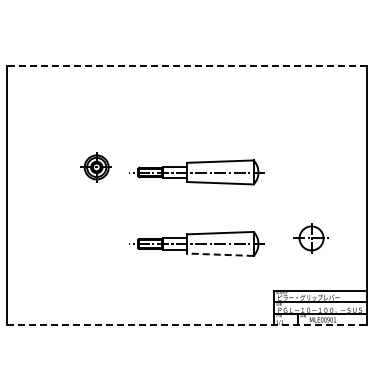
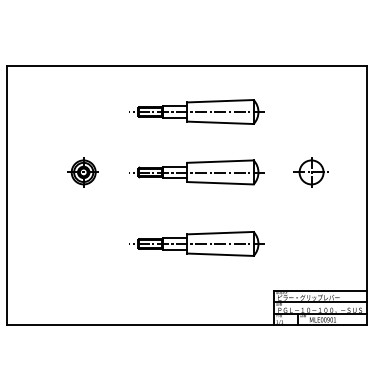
line at (186, 65): dashed -> solid
part at (196, 111): none -> present
part at (95, 167) position: (95, 167) -> (82, 172)
part at (310, 238) position: (310, 238) -> (310, 172)
line at (220, 254): dashed -> solid
line at (187, 325): dashed -> solid
